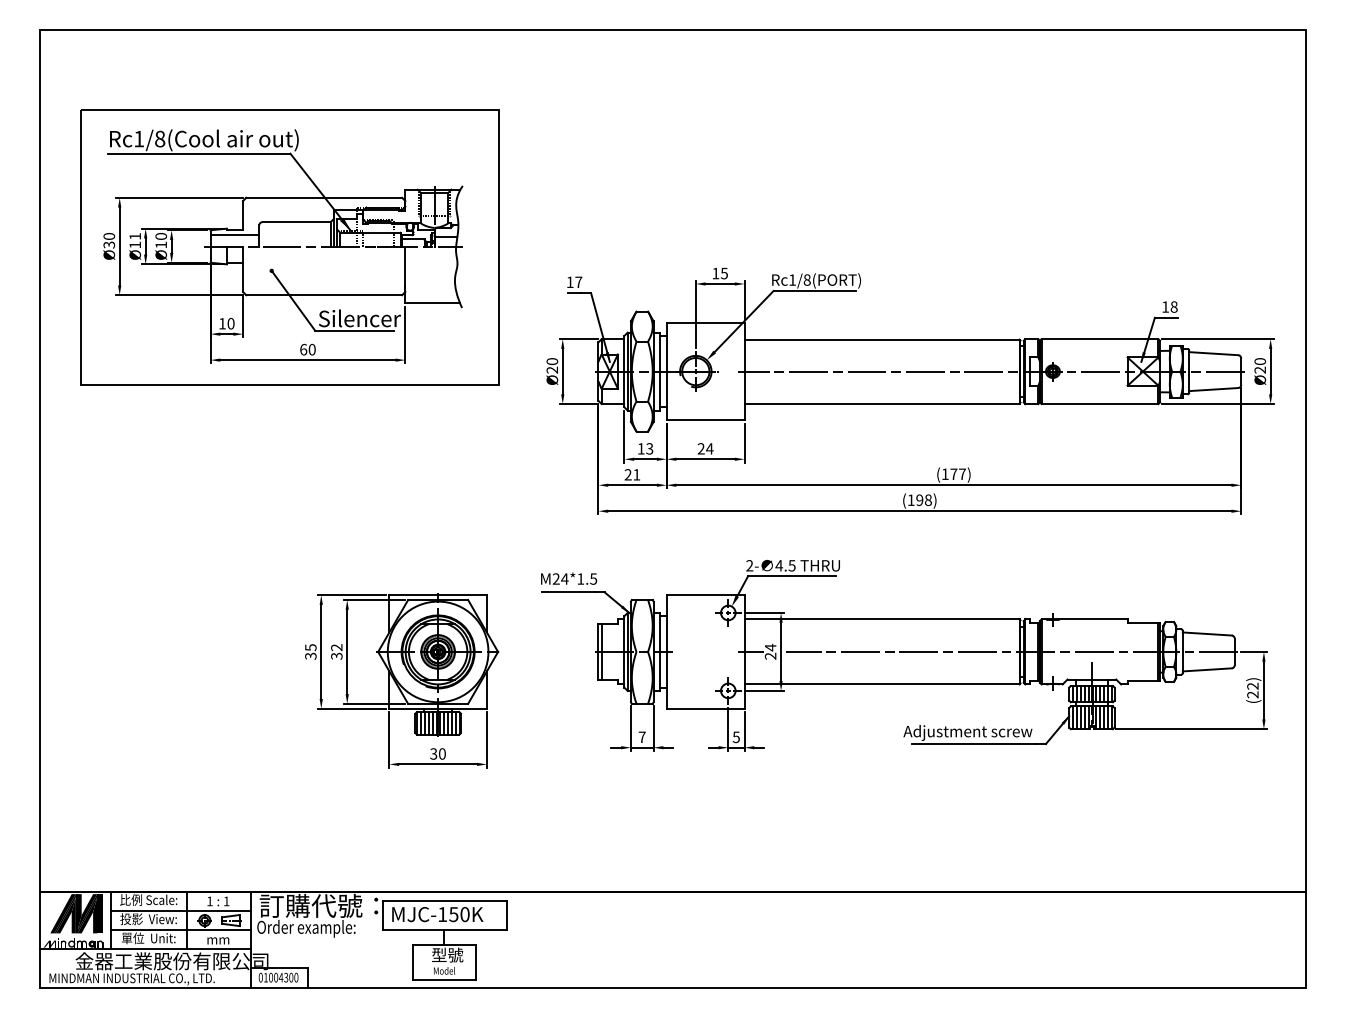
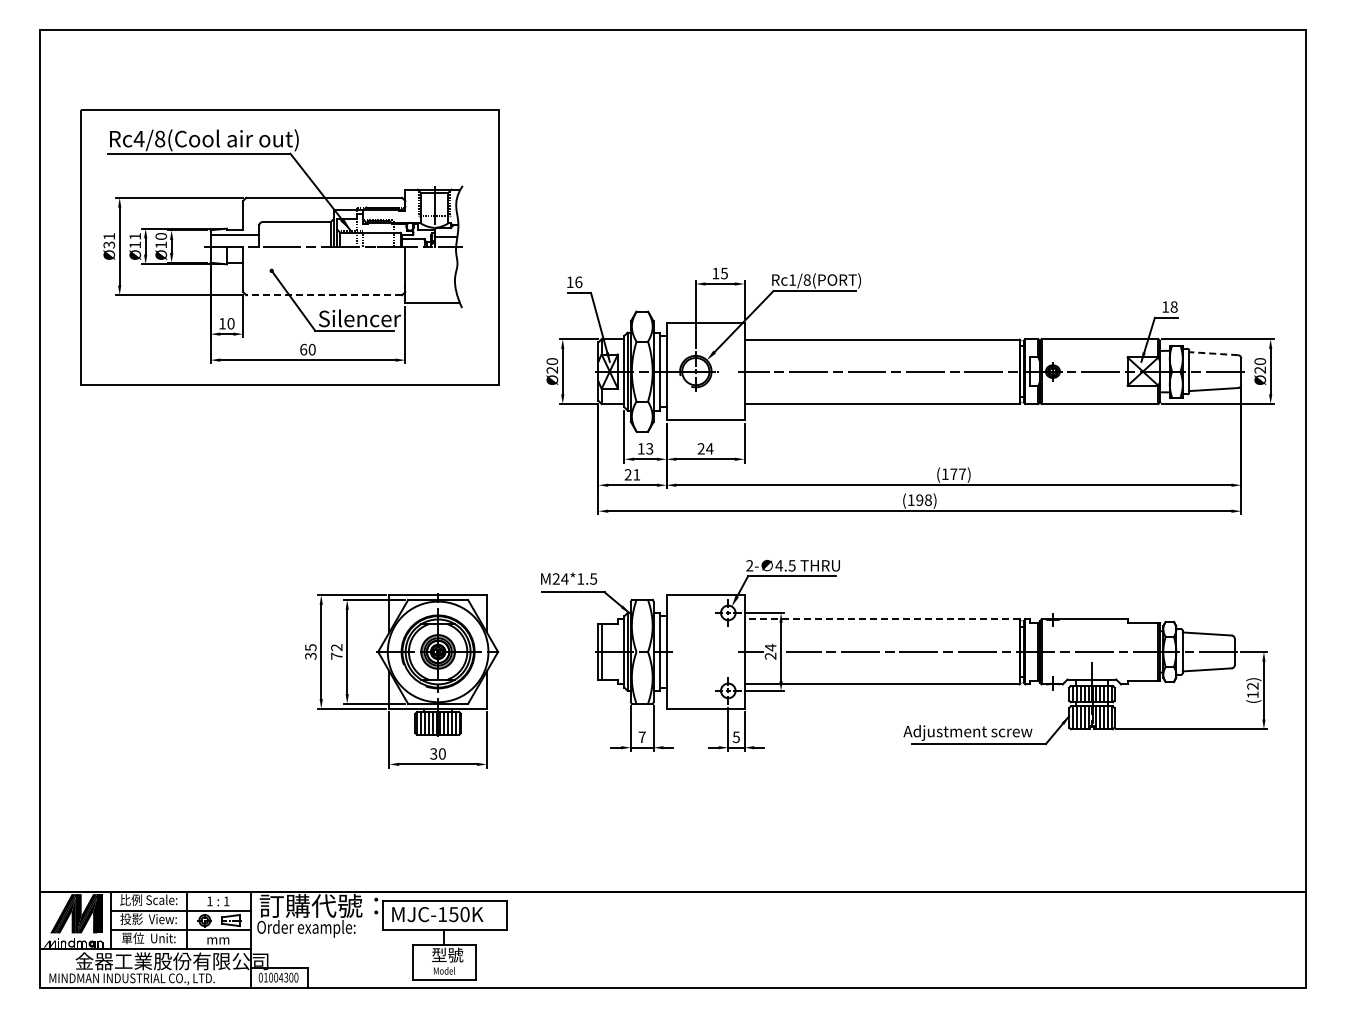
text at (138, 139): Rc1/8(Cool -> Rc4/8(Cool
text at (109, 236): Ø30 -> Ø31
text at (578, 282): 17 -> 16
line at (324, 295): solid -> dashed
line at (1213, 353): solid -> dashed
line at (881, 619): solid -> dashed
text at (336, 655): 32 -> 72
text at (1252, 694): (22) -> (12)
